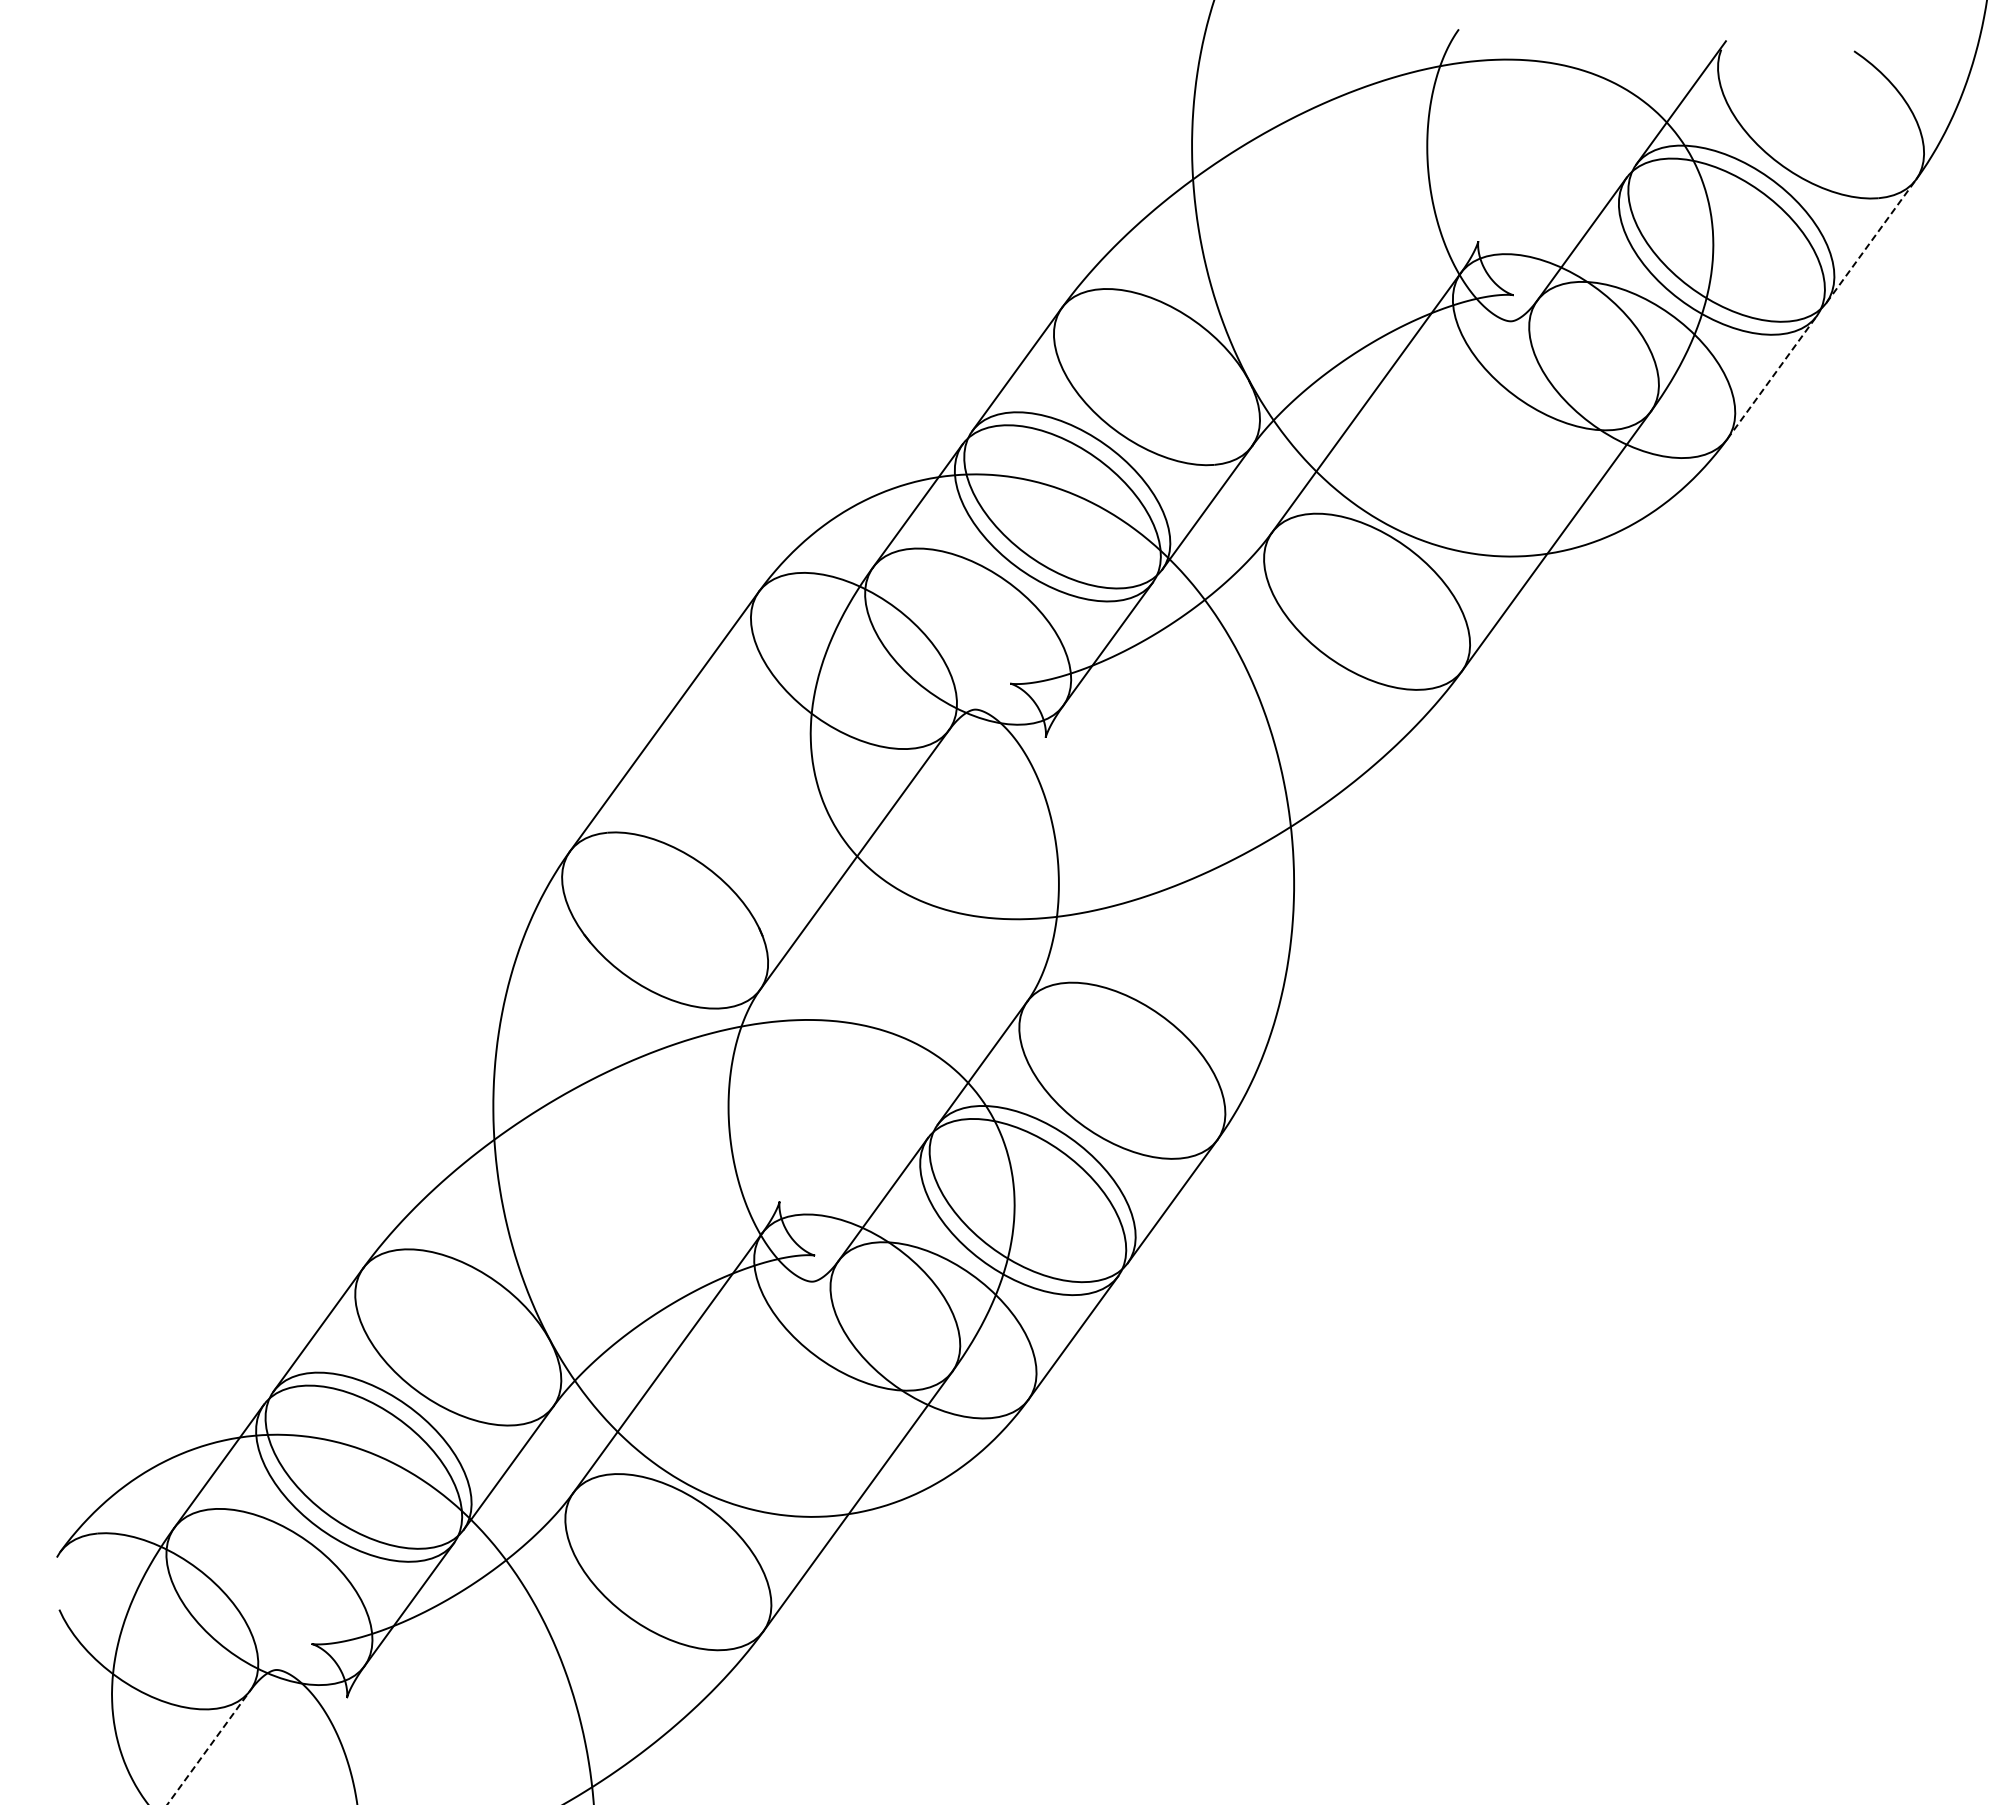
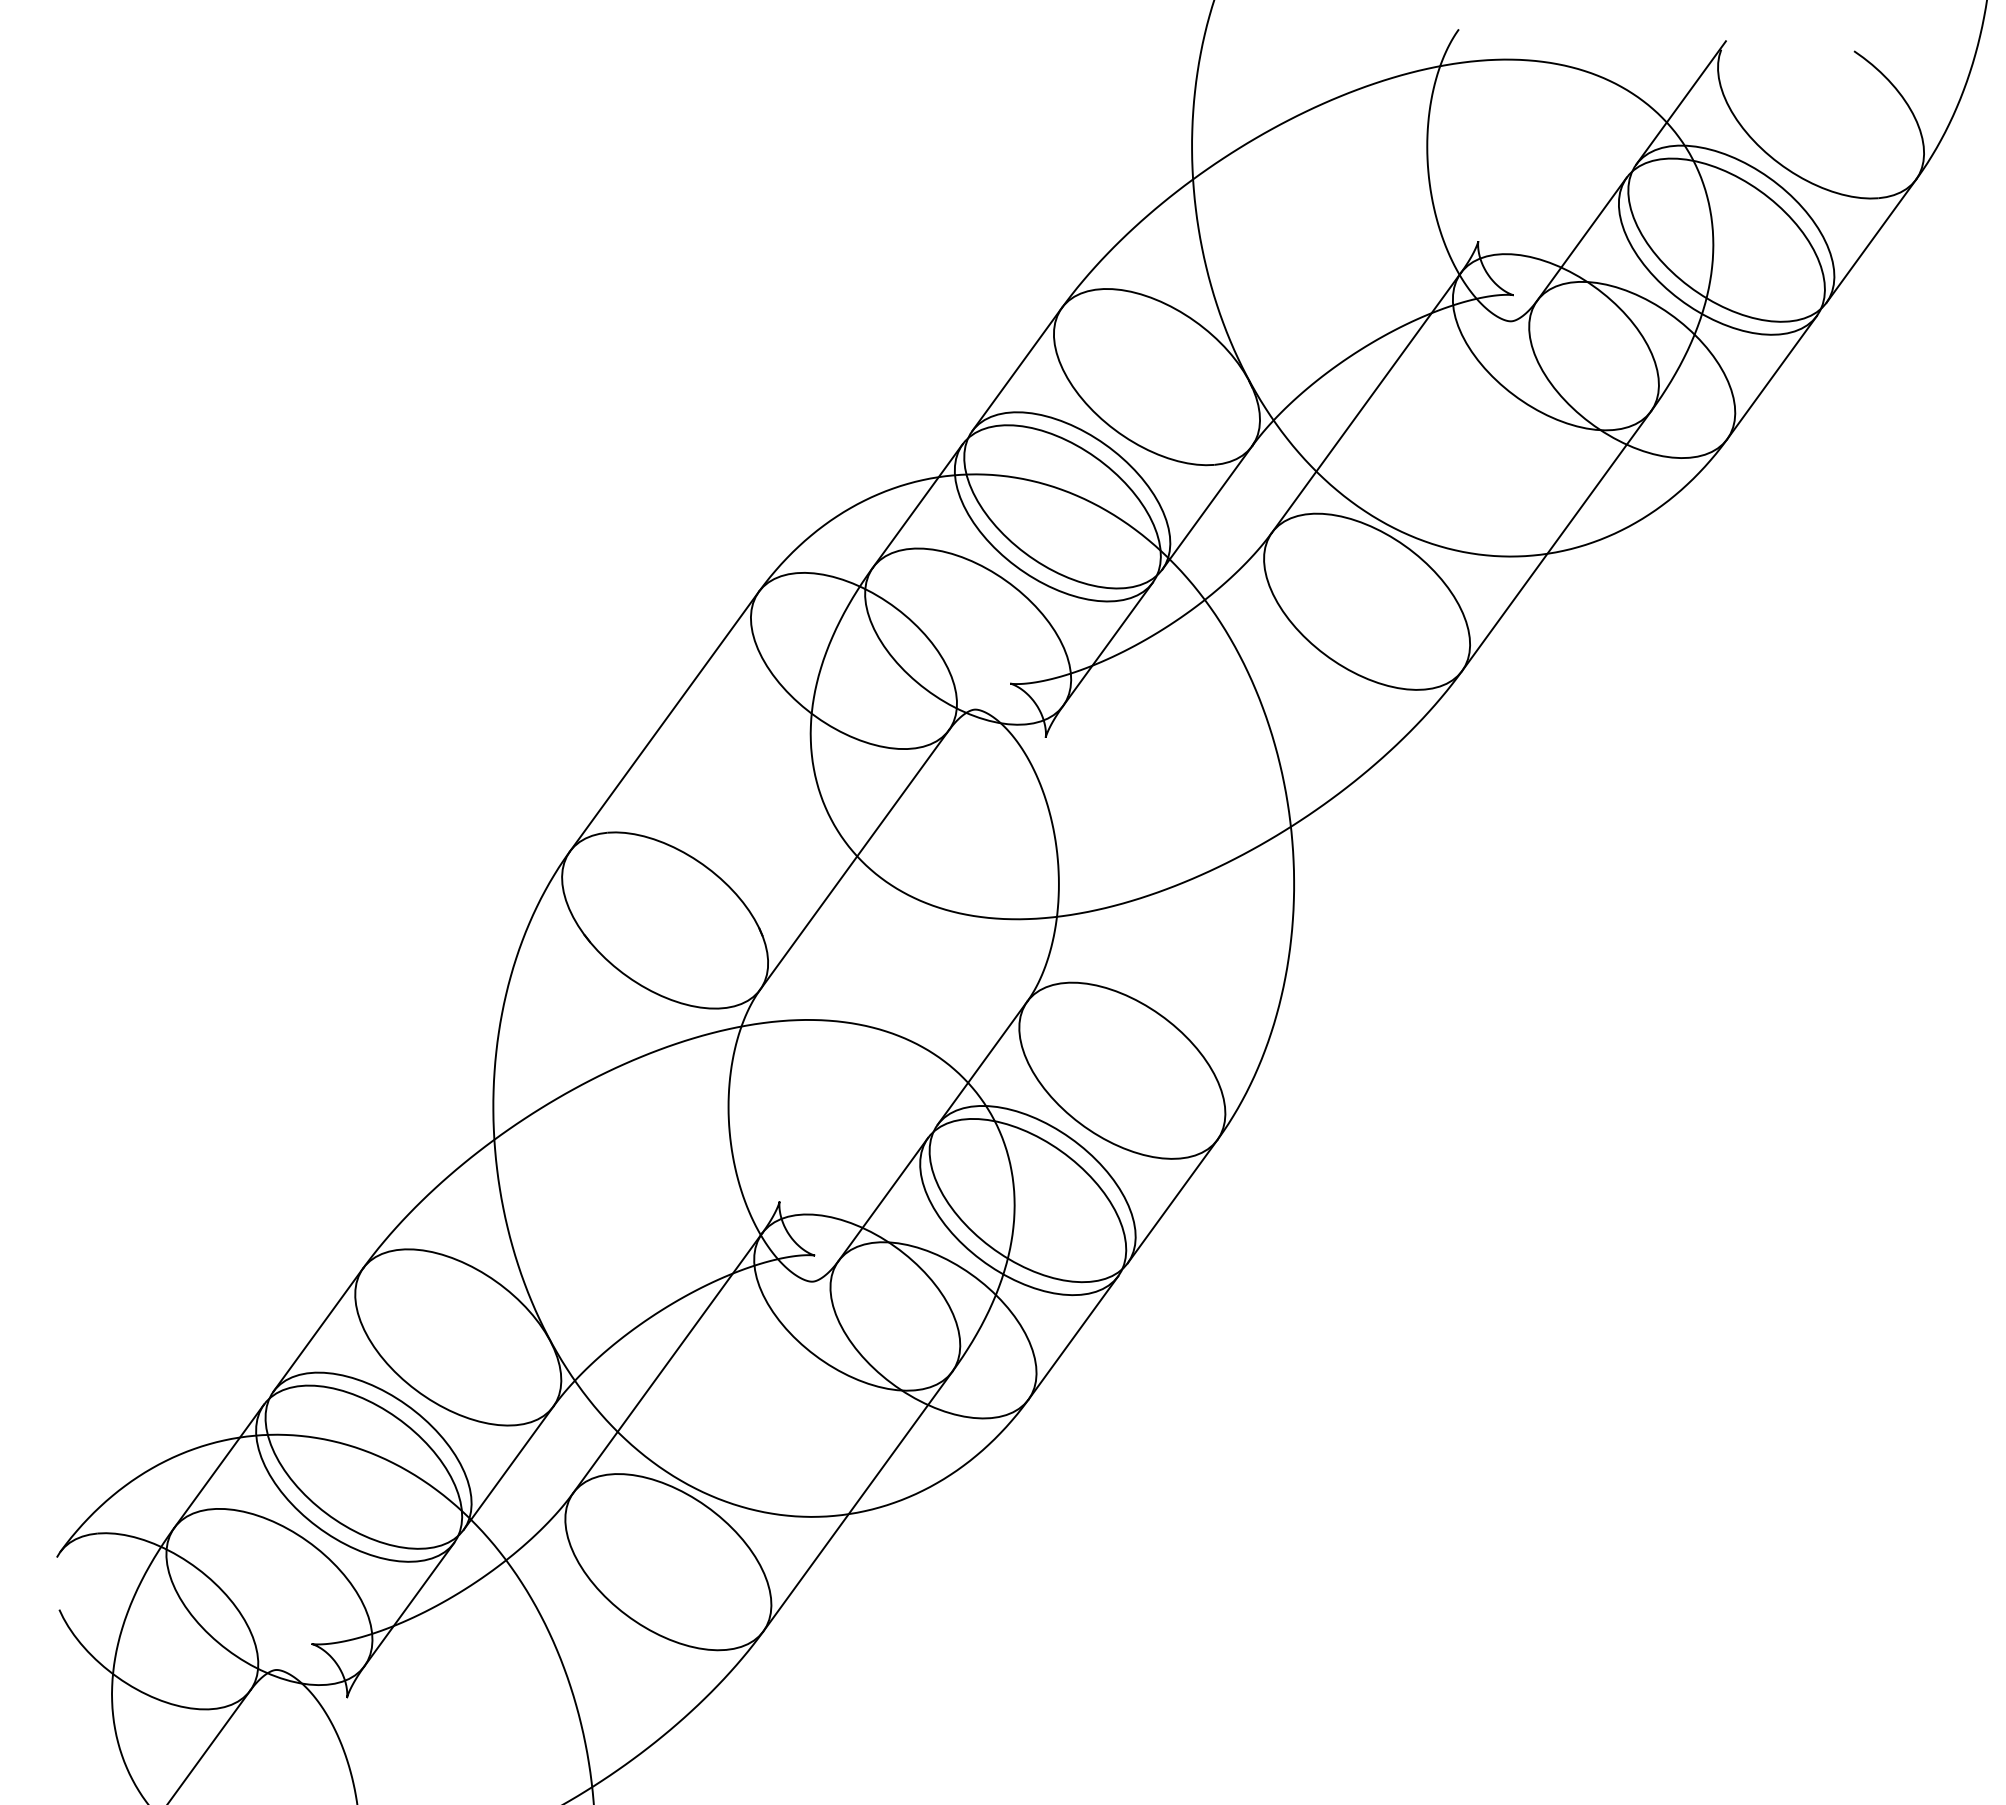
line at (1871, 240): dashed -> solid
line at (1772, 377): dashed -> solid
line at (209, 1747): dashed -> solid
